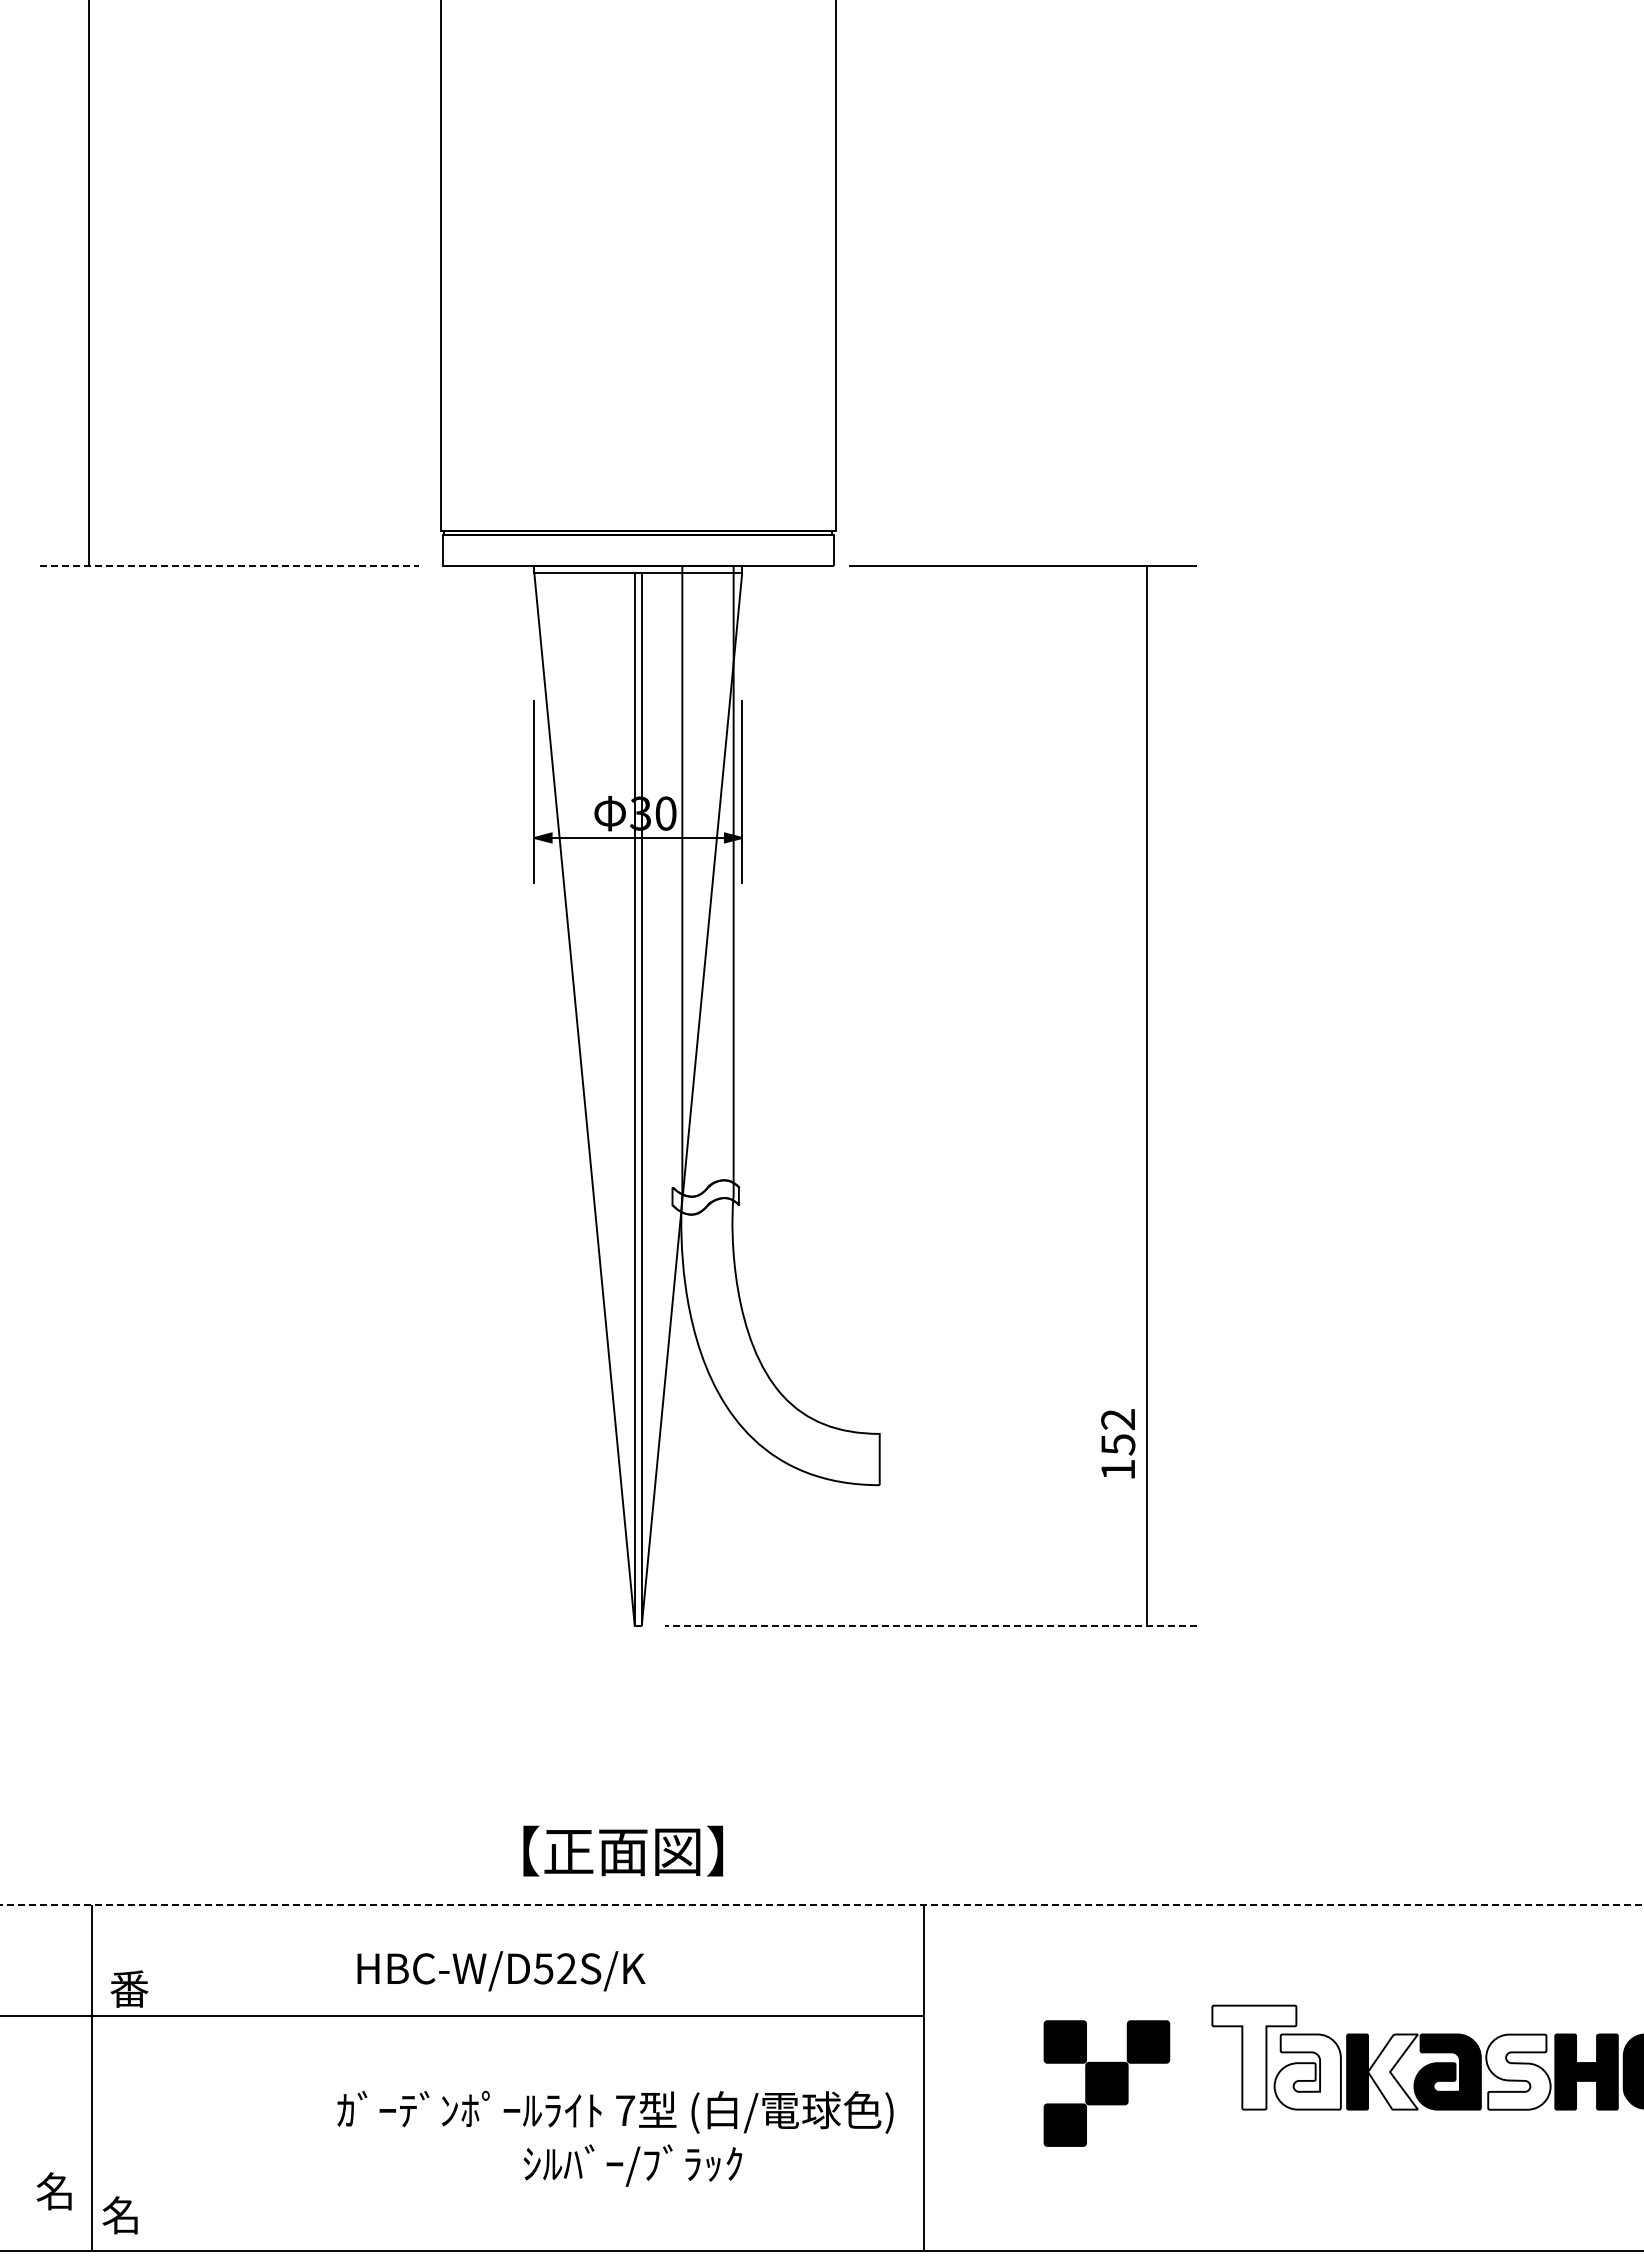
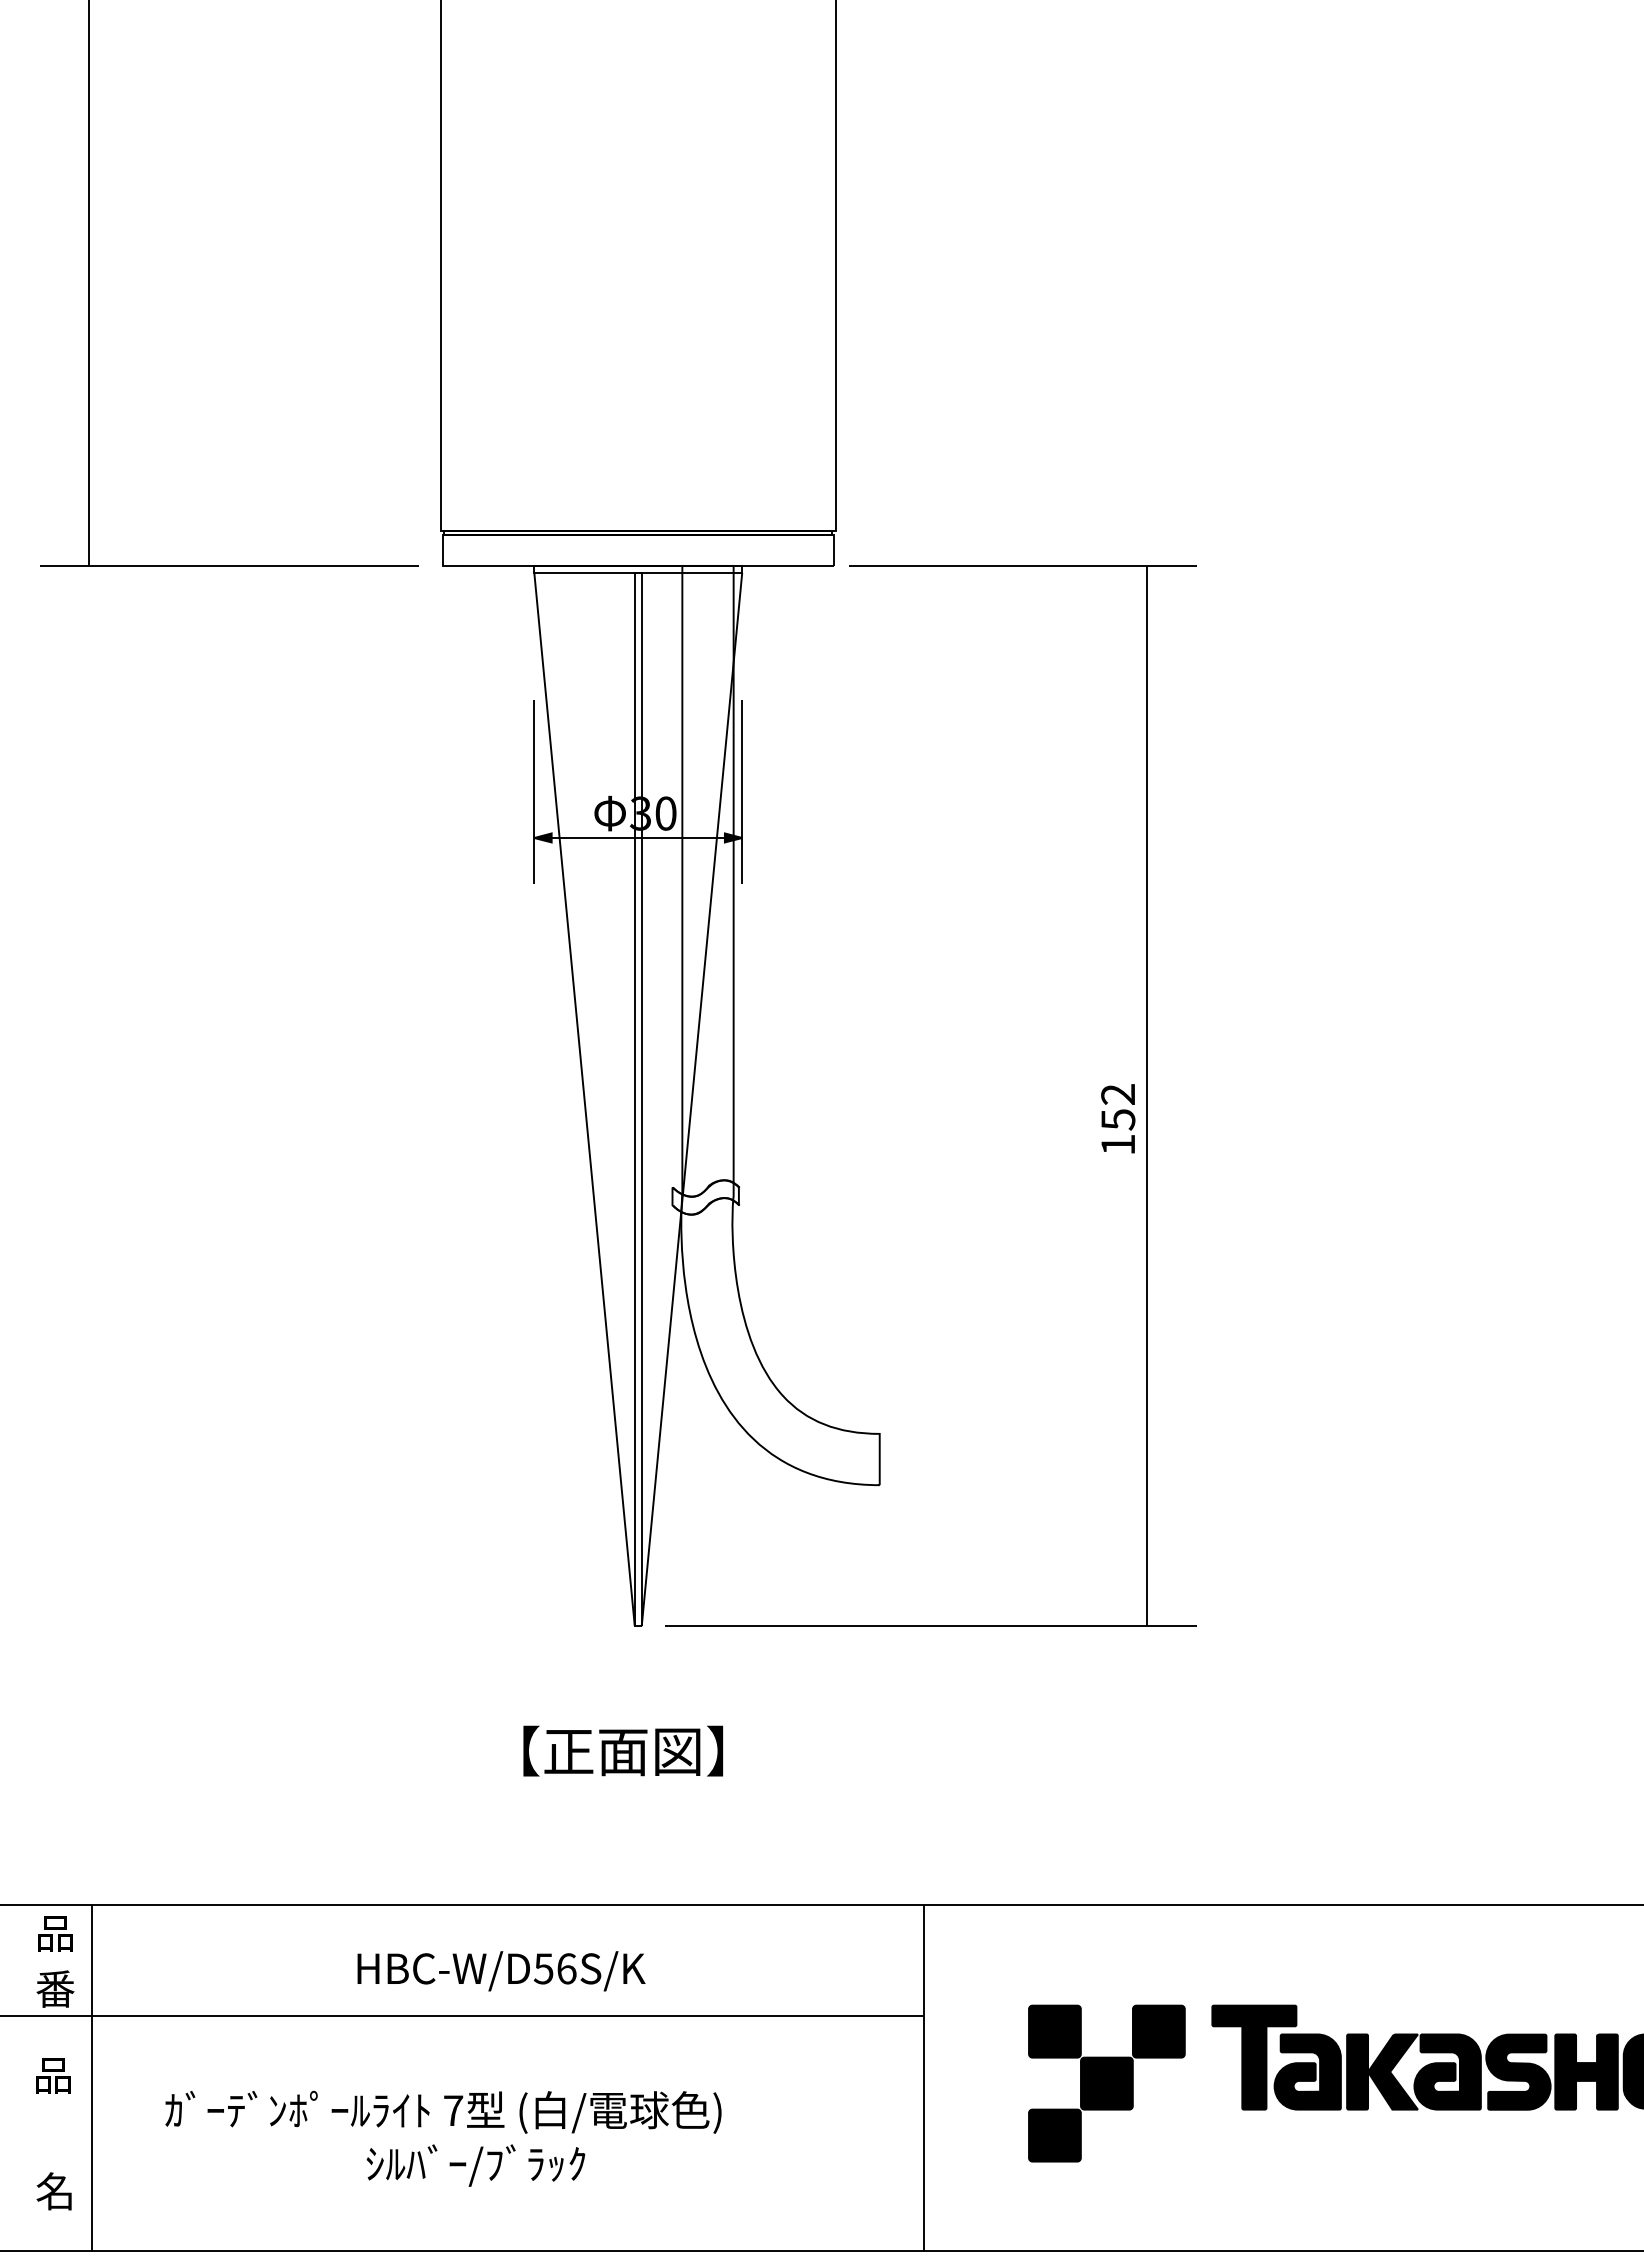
line at (229, 565): dashed -> solid
part at (1118, 1443) position: (1118, 1443) -> (1118, 1118)
line at (930, 1626): dashed -> solid
text at (623, 1850) position: (623, 1850) -> (623, 1750)
line at (821, 1905): dashed -> solid
part at (55, 1933): none -> present
text at (566, 1968): HBC-W/D52S/K -> HBC-W/D56S/K
part at (129, 1988) position: (129, 1988) -> (55, 1988)
fill at (1254, 2057): none -> present
fill at (1307, 2071): none -> present
fill at (1392, 2071): none -> present
fill at (1518, 2071): none -> present
part at (53, 2075): none -> present
part at (1106, 2083) size: 128x127 px -> 158x159 px
text at (615, 2111) position: (615, 2111) -> (443, 2111)
text at (632, 2165) position: (632, 2165) -> (475, 2165)
part at (119, 2215): present -> none
